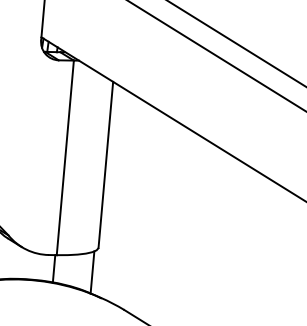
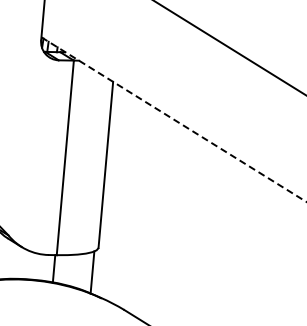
line at (236, 43) position: (236, 43) -> (229, 47)
line at (216, 56): present -> none
line at (174, 120): solid -> dashed
